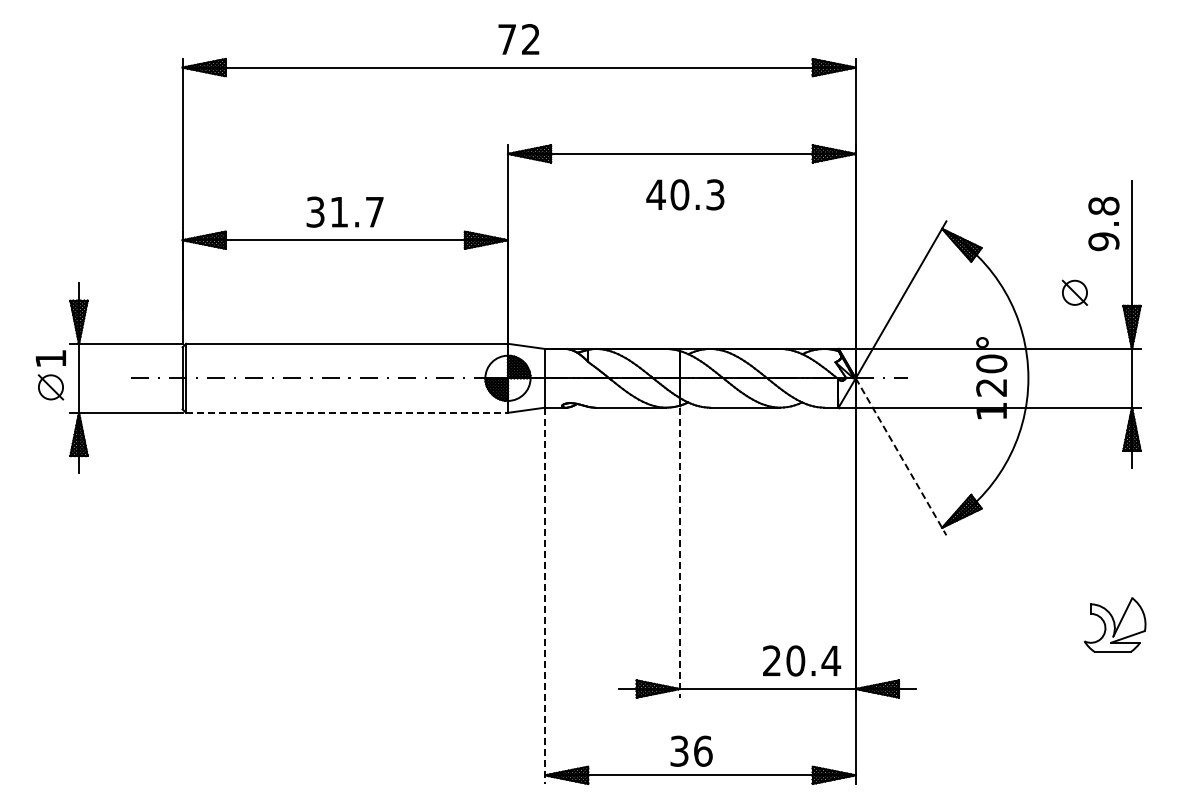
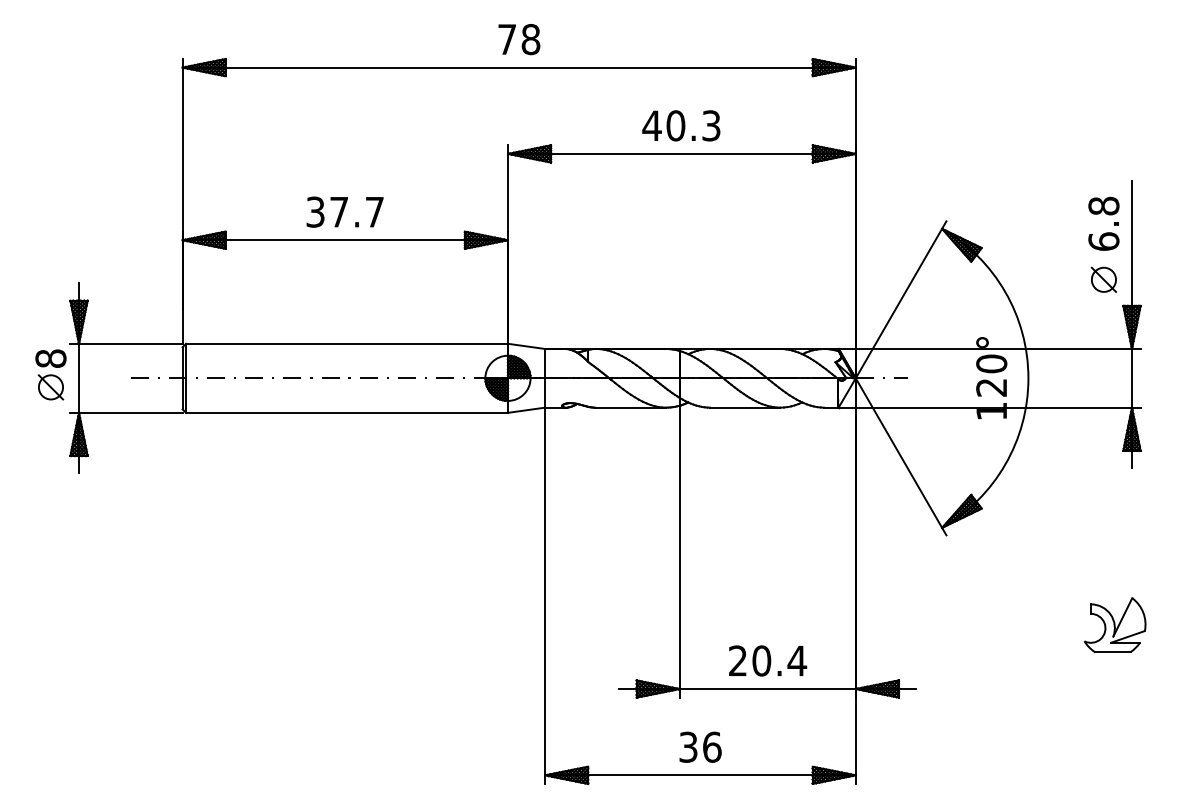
text at (530, 39): 72 -> 78
text at (685, 194) position: (685, 194) -> (681, 125)
text at (338, 212): 31.7 -> 37.7
text at (1103, 241): 9.8 -> 6.8
part at (1074, 292) position: (1074, 292) -> (1103, 279)
text at (50, 358): 1 -> 8
line at (347, 412): dashed -> solid
line at (901, 456): dashed -> solid
line at (679, 552): dashed -> solid
line at (545, 596): dashed -> solid
text at (802, 660) position: (802, 660) -> (768, 660)
text at (691, 750) position: (691, 750) -> (700, 746)
